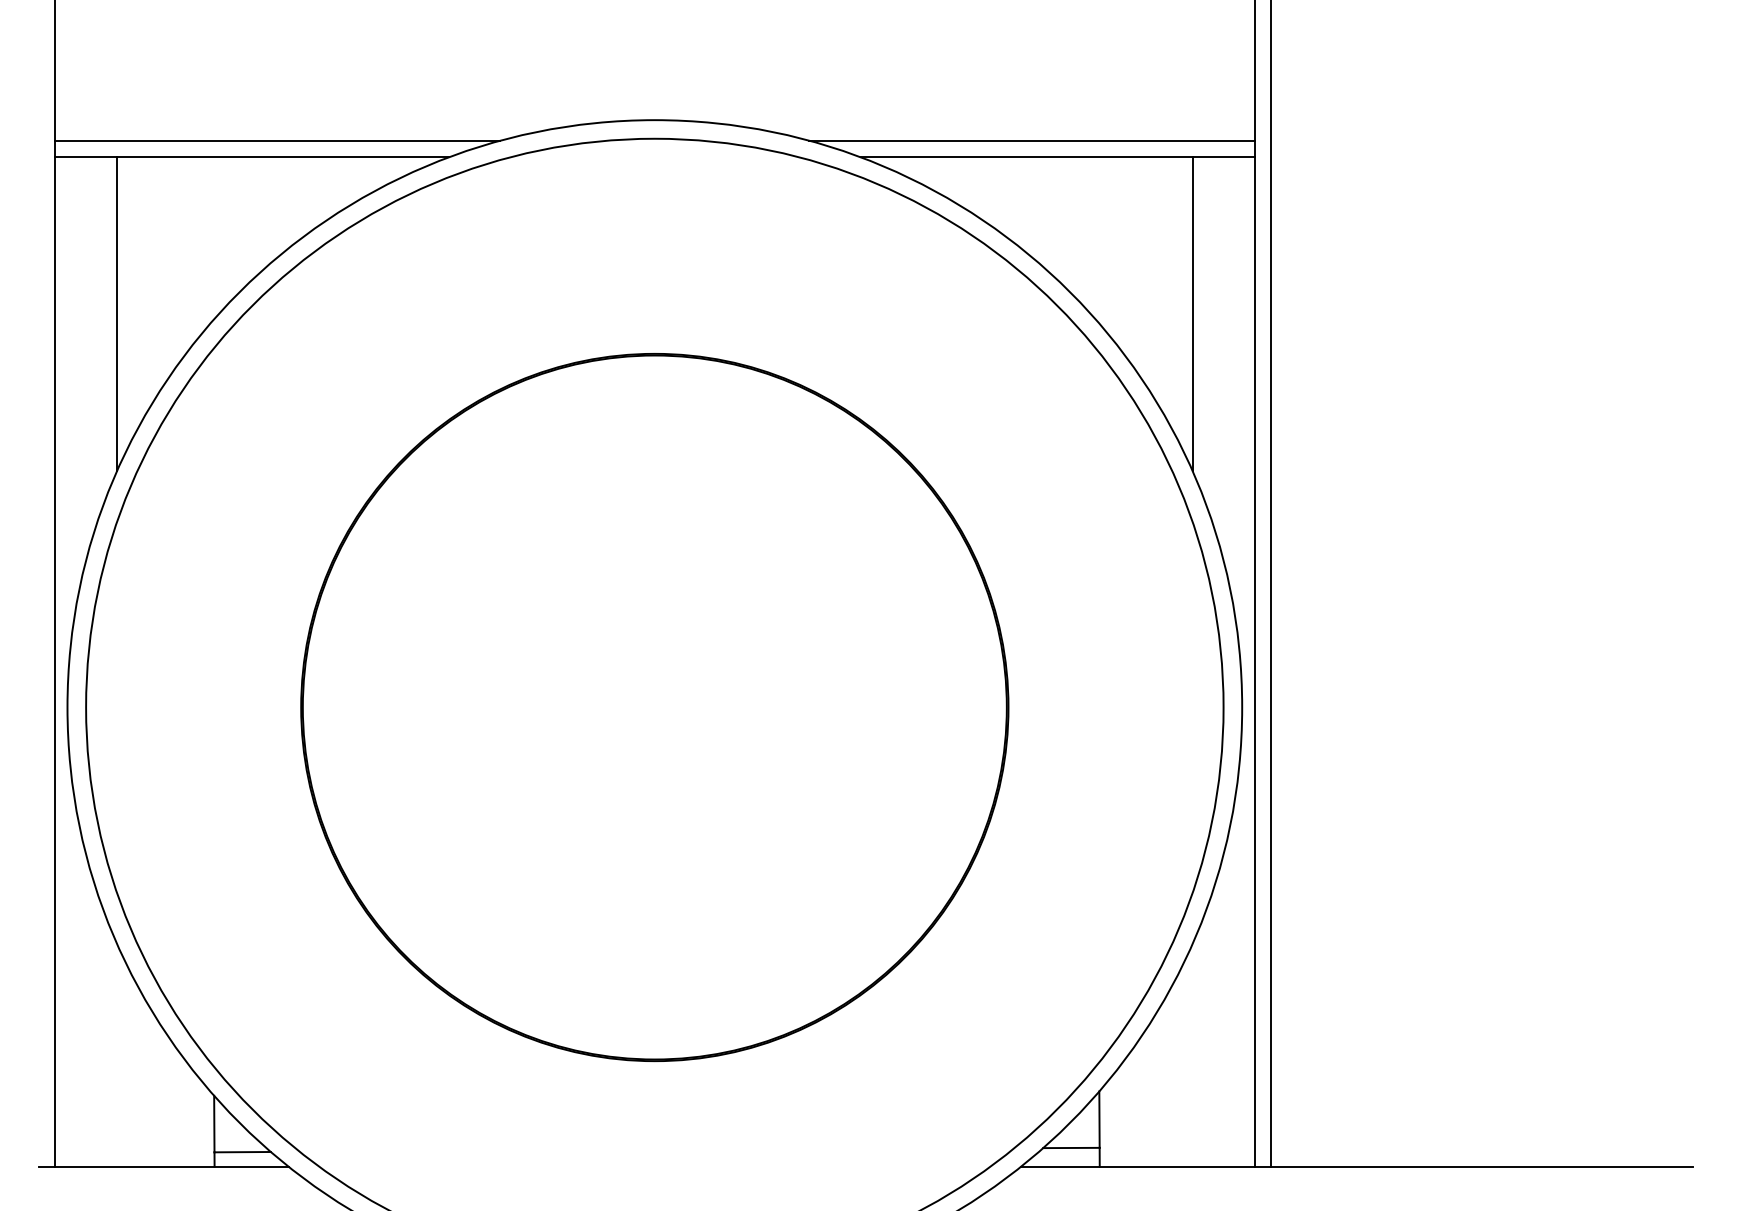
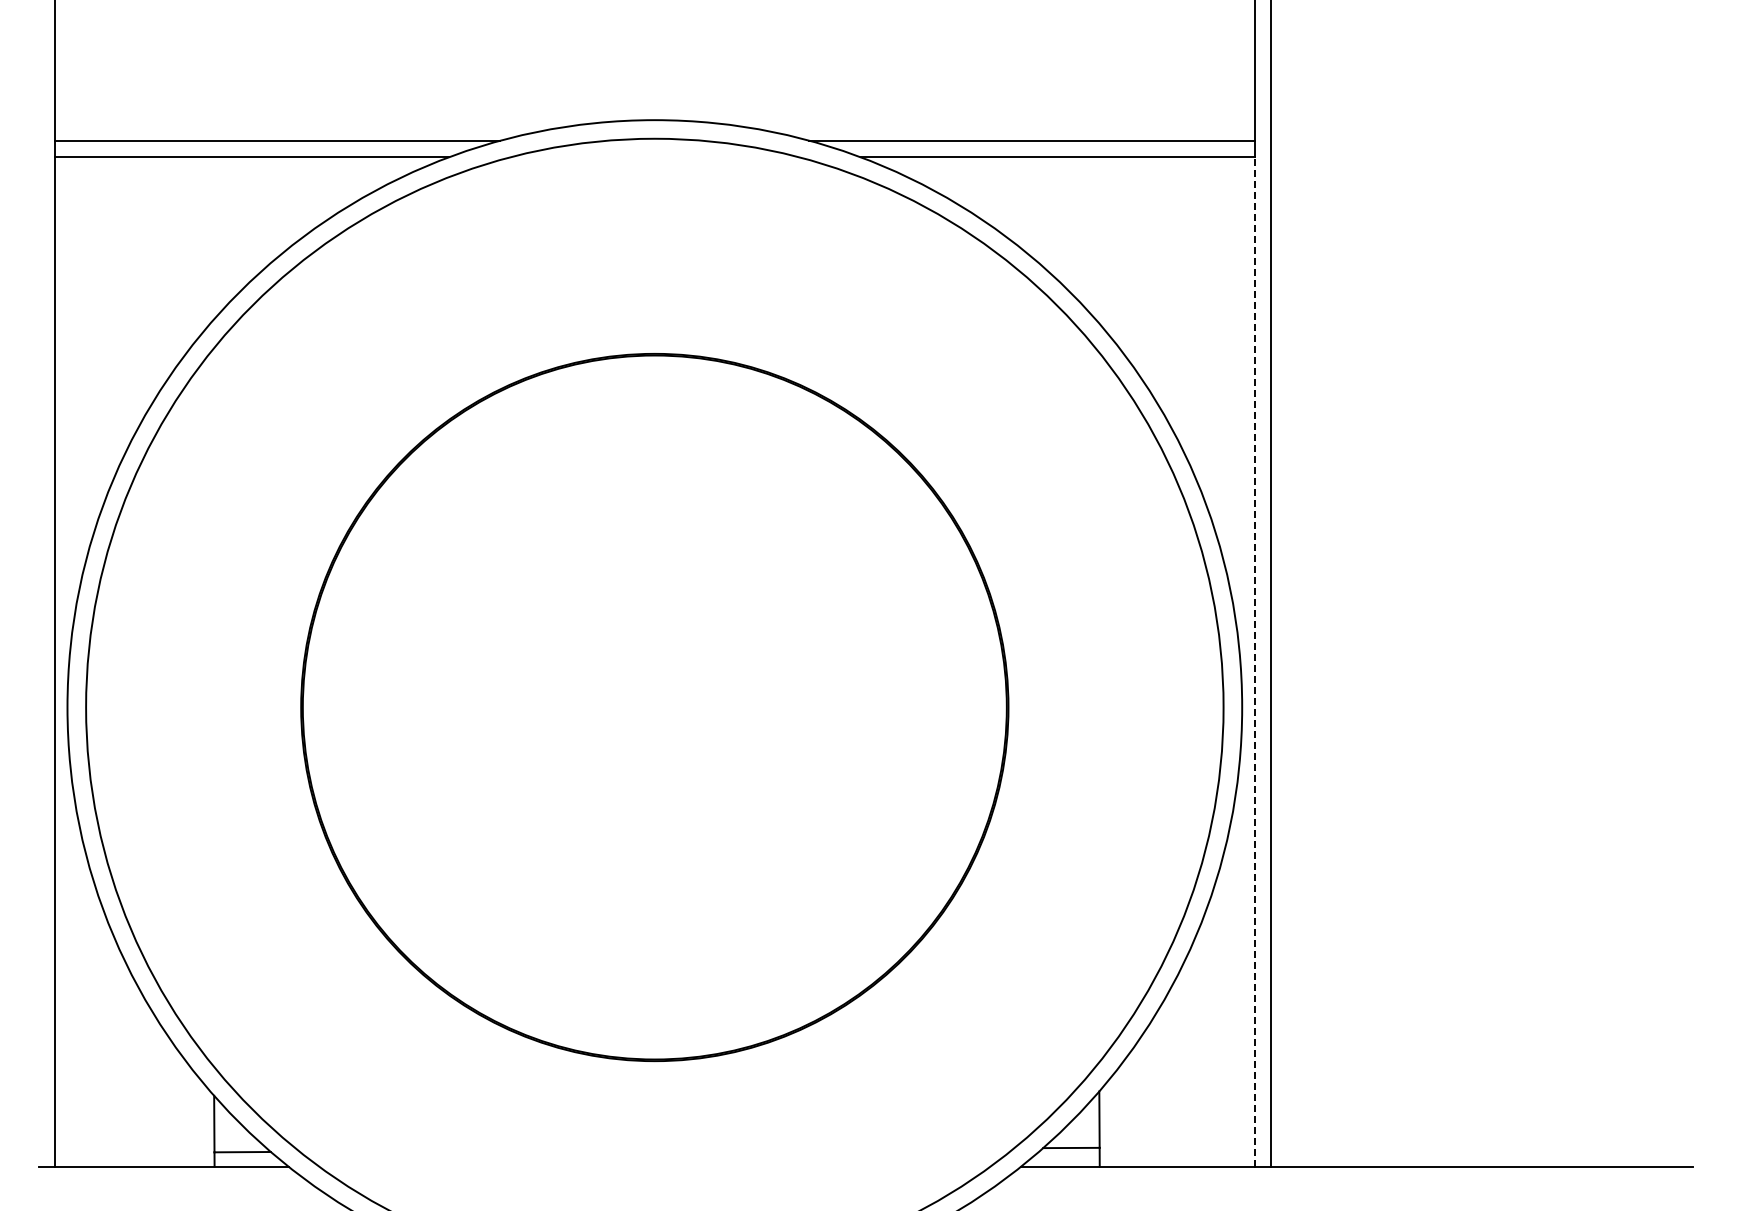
line at (117, 314): present -> none
line at (1192, 314): present -> none
line at (1254, 662): solid -> dashed
